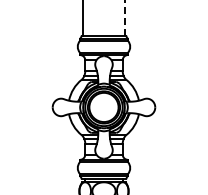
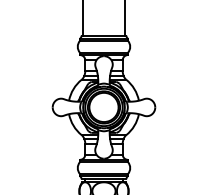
line at (124, 17): dashed -> solid
